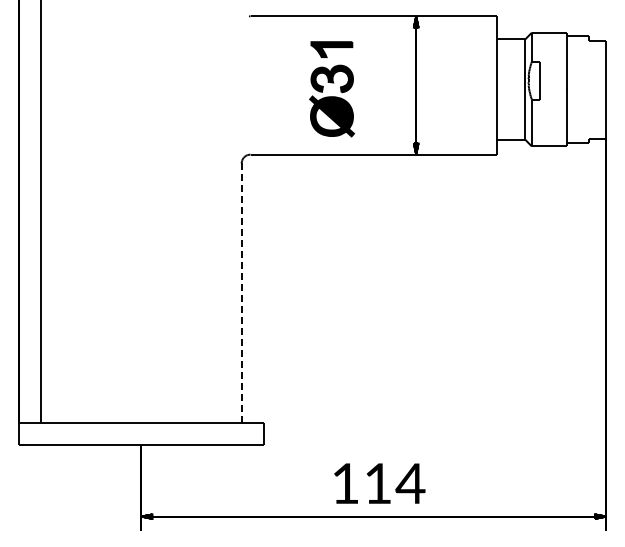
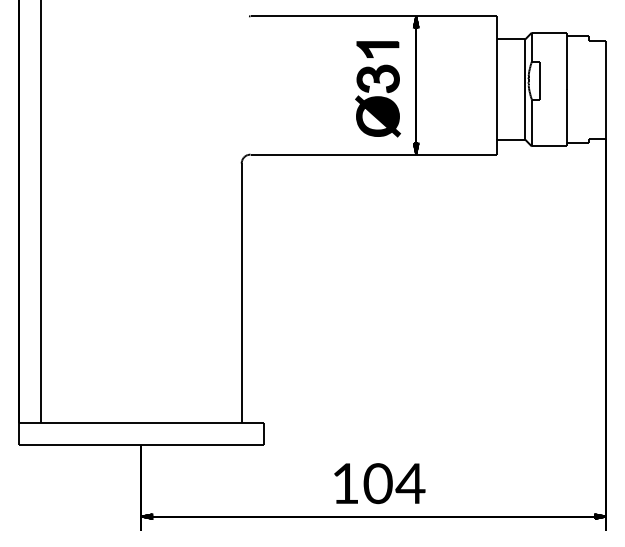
part at (331, 89) position: (331, 89) -> (377, 89)
line at (241, 293): dashed -> solid
text at (377, 483): 114 -> 104
